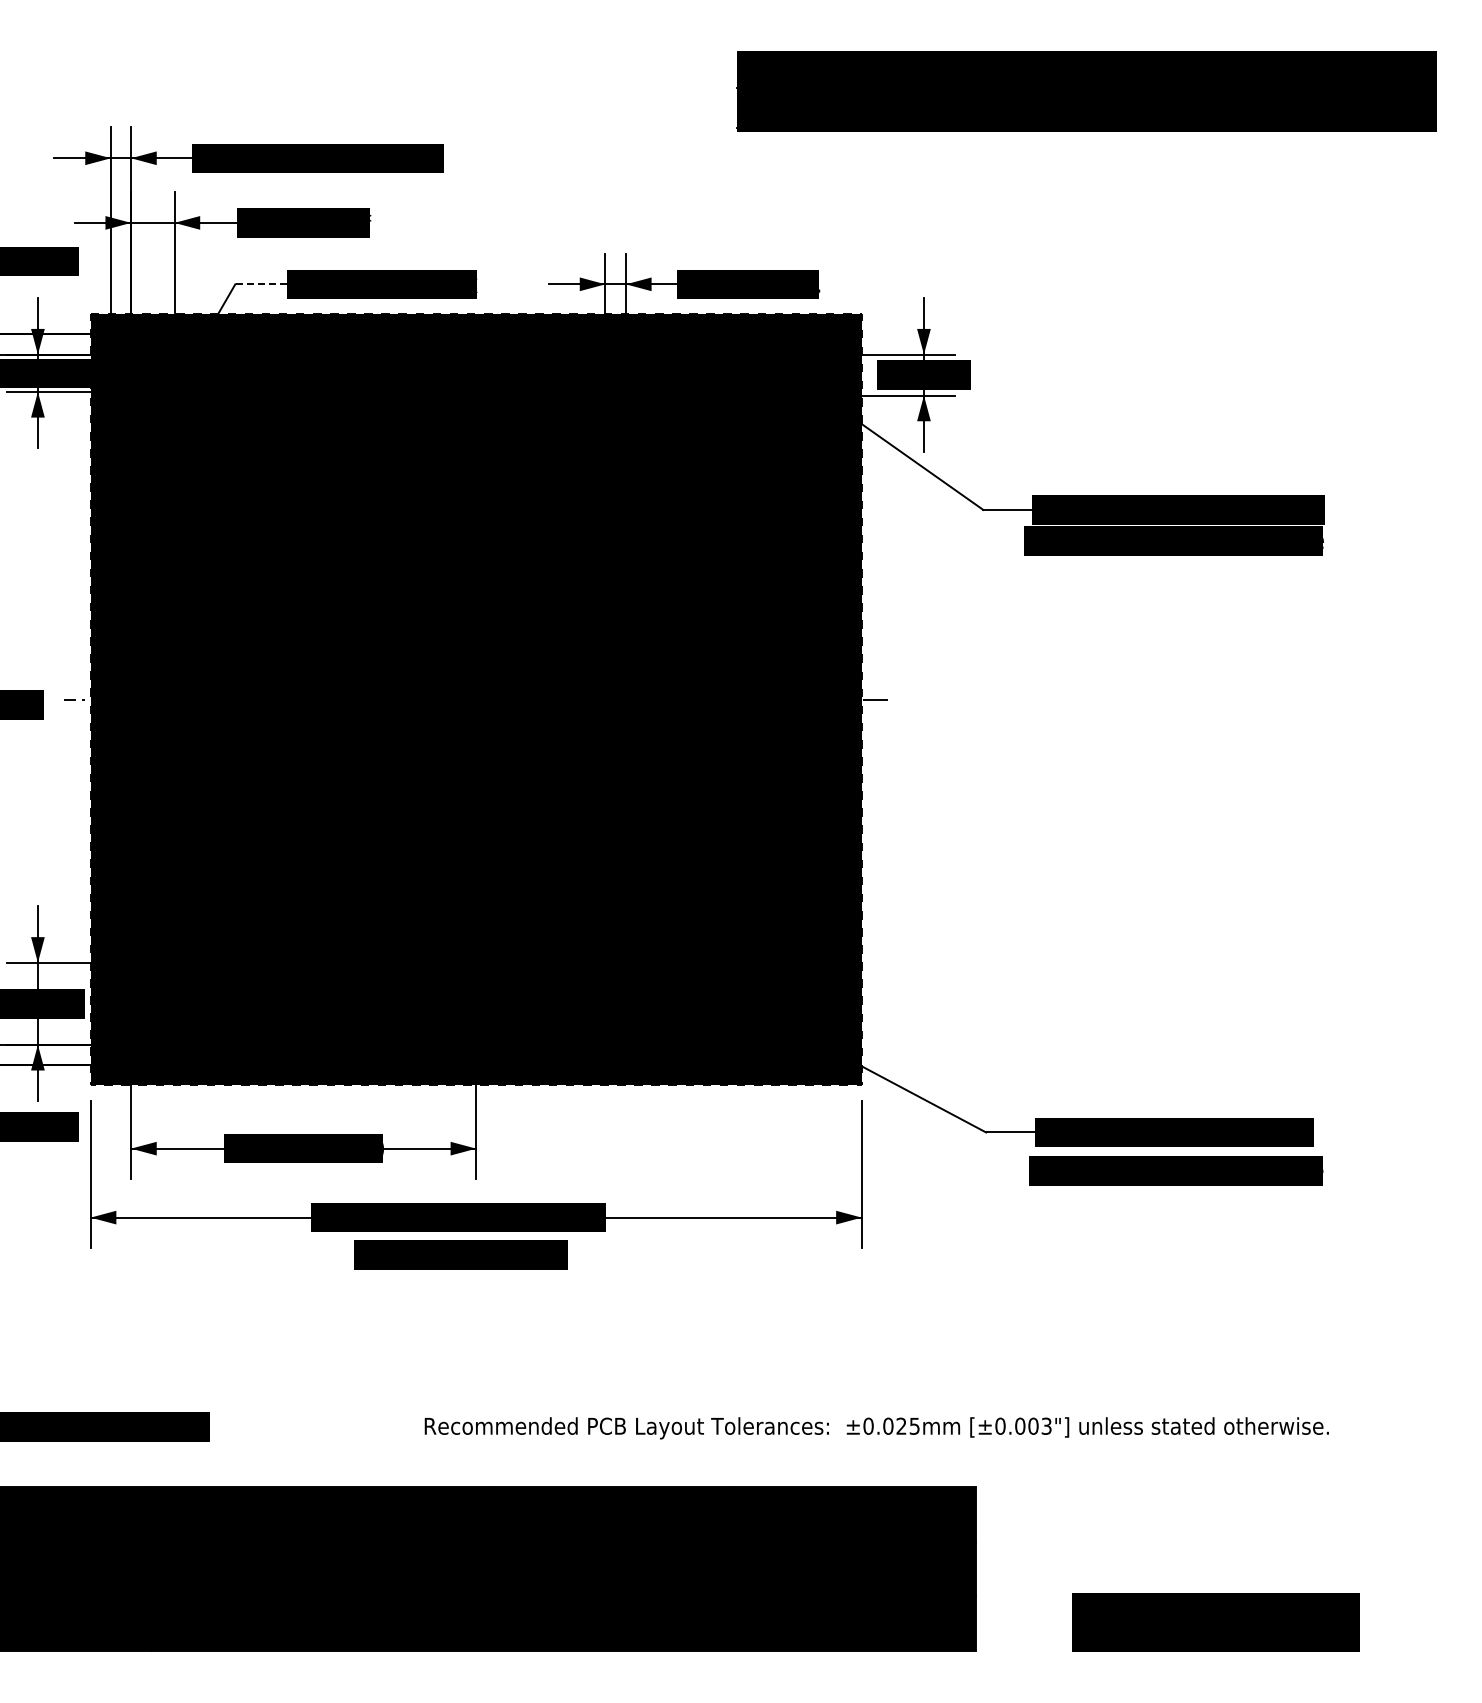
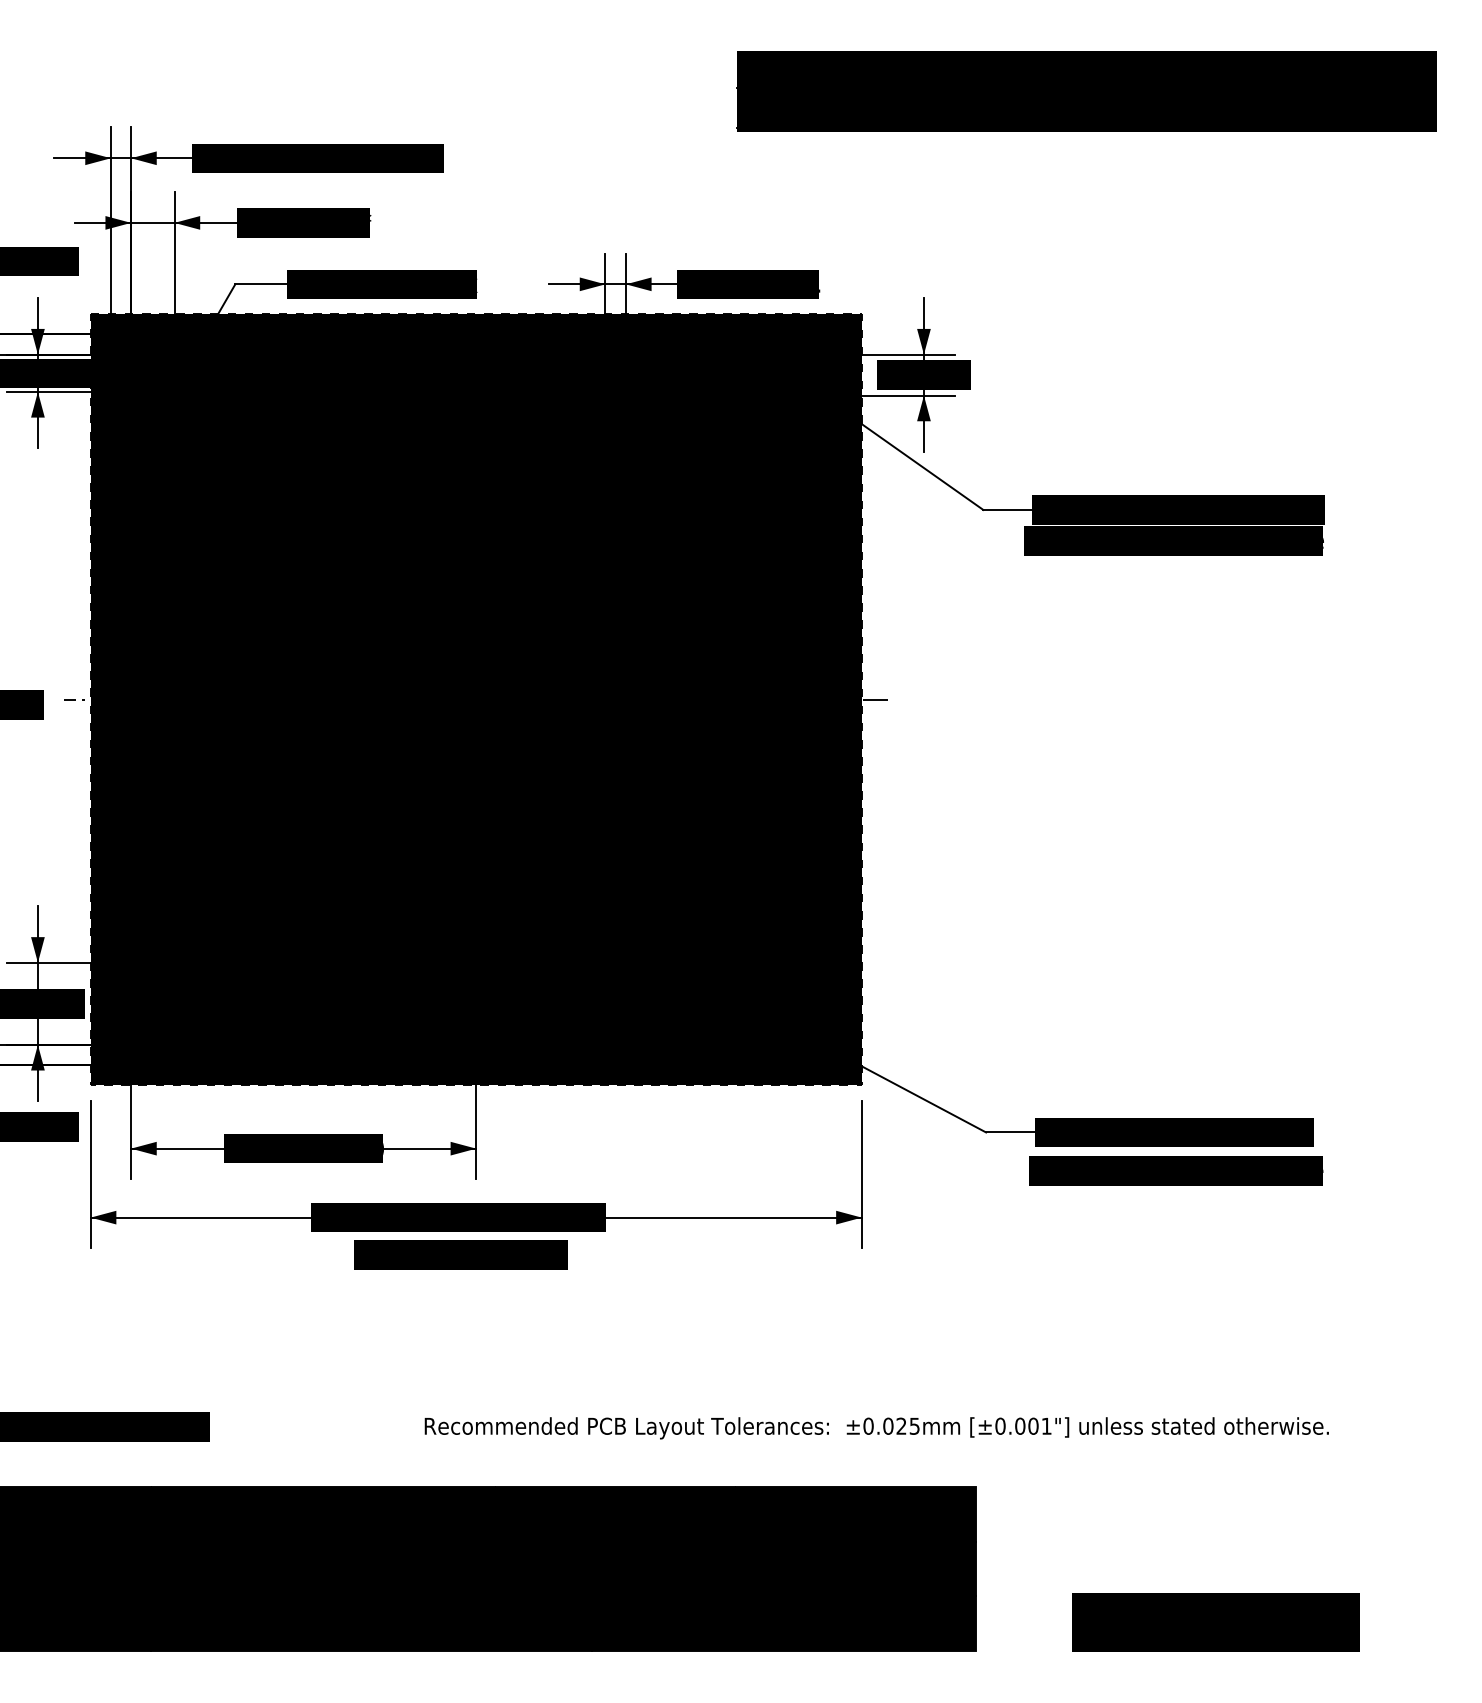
line at (261, 284): dashed -> solid
text at (1046, 1425): [±0.003"] -> [±0.001"]
